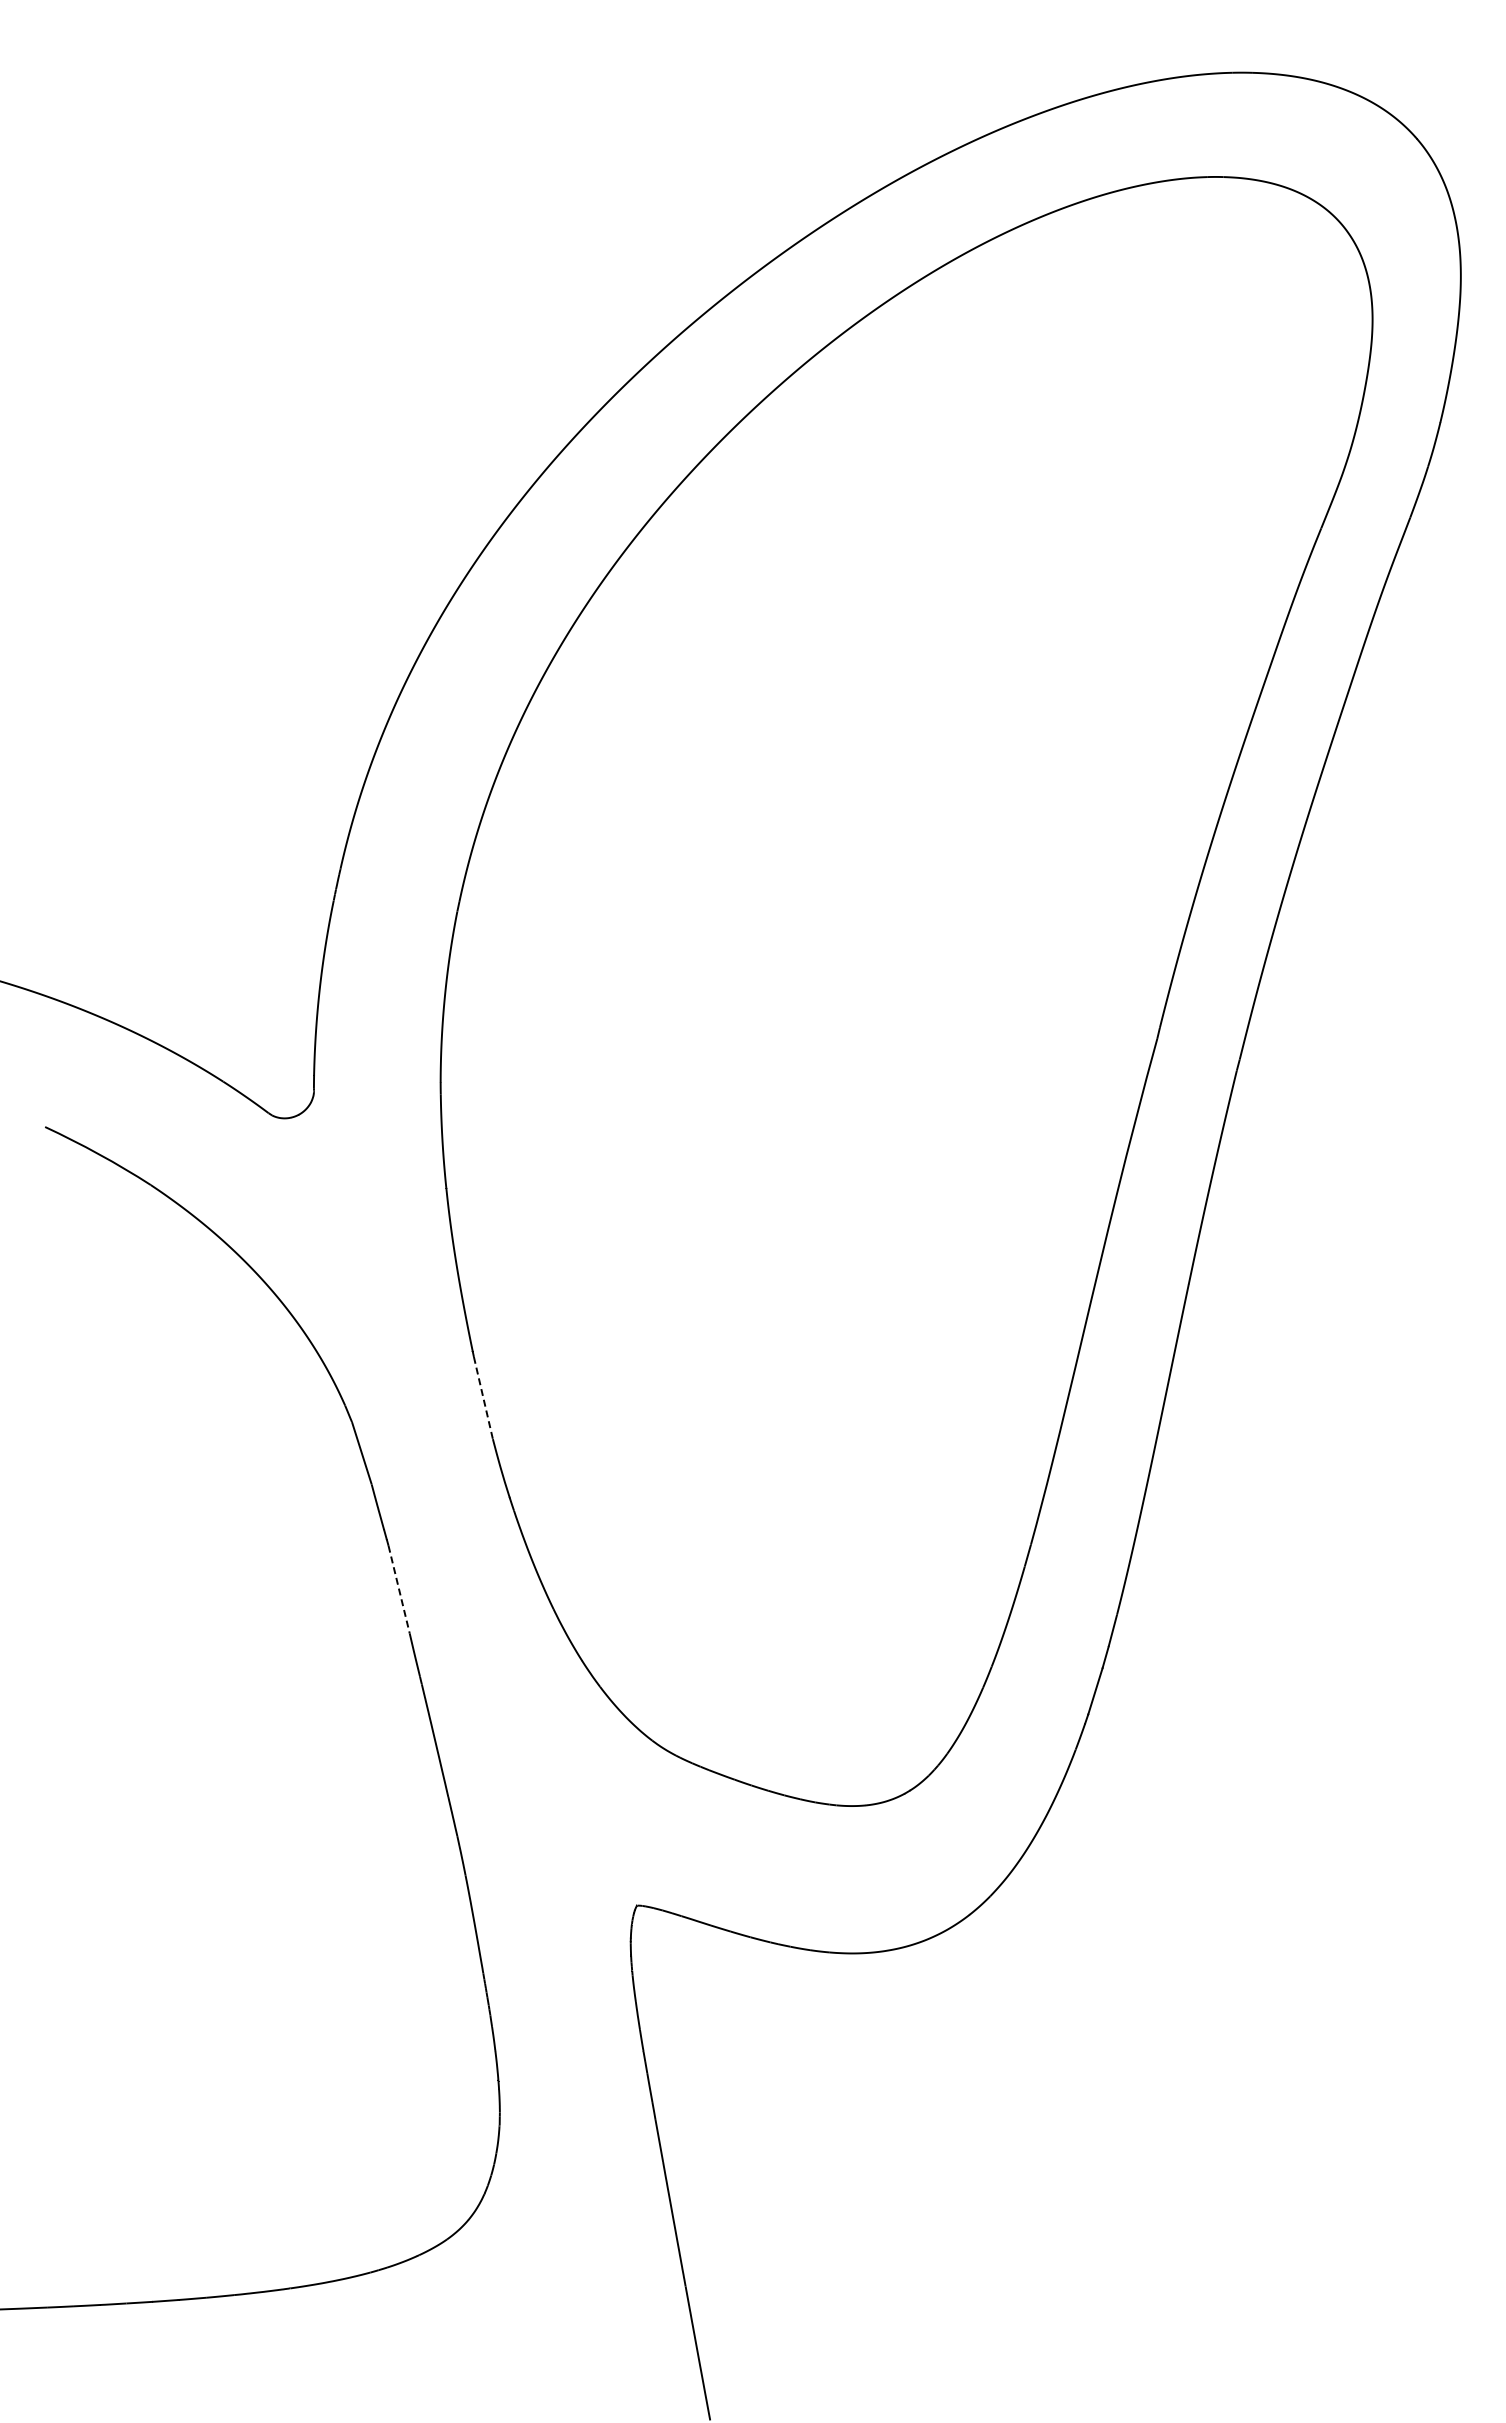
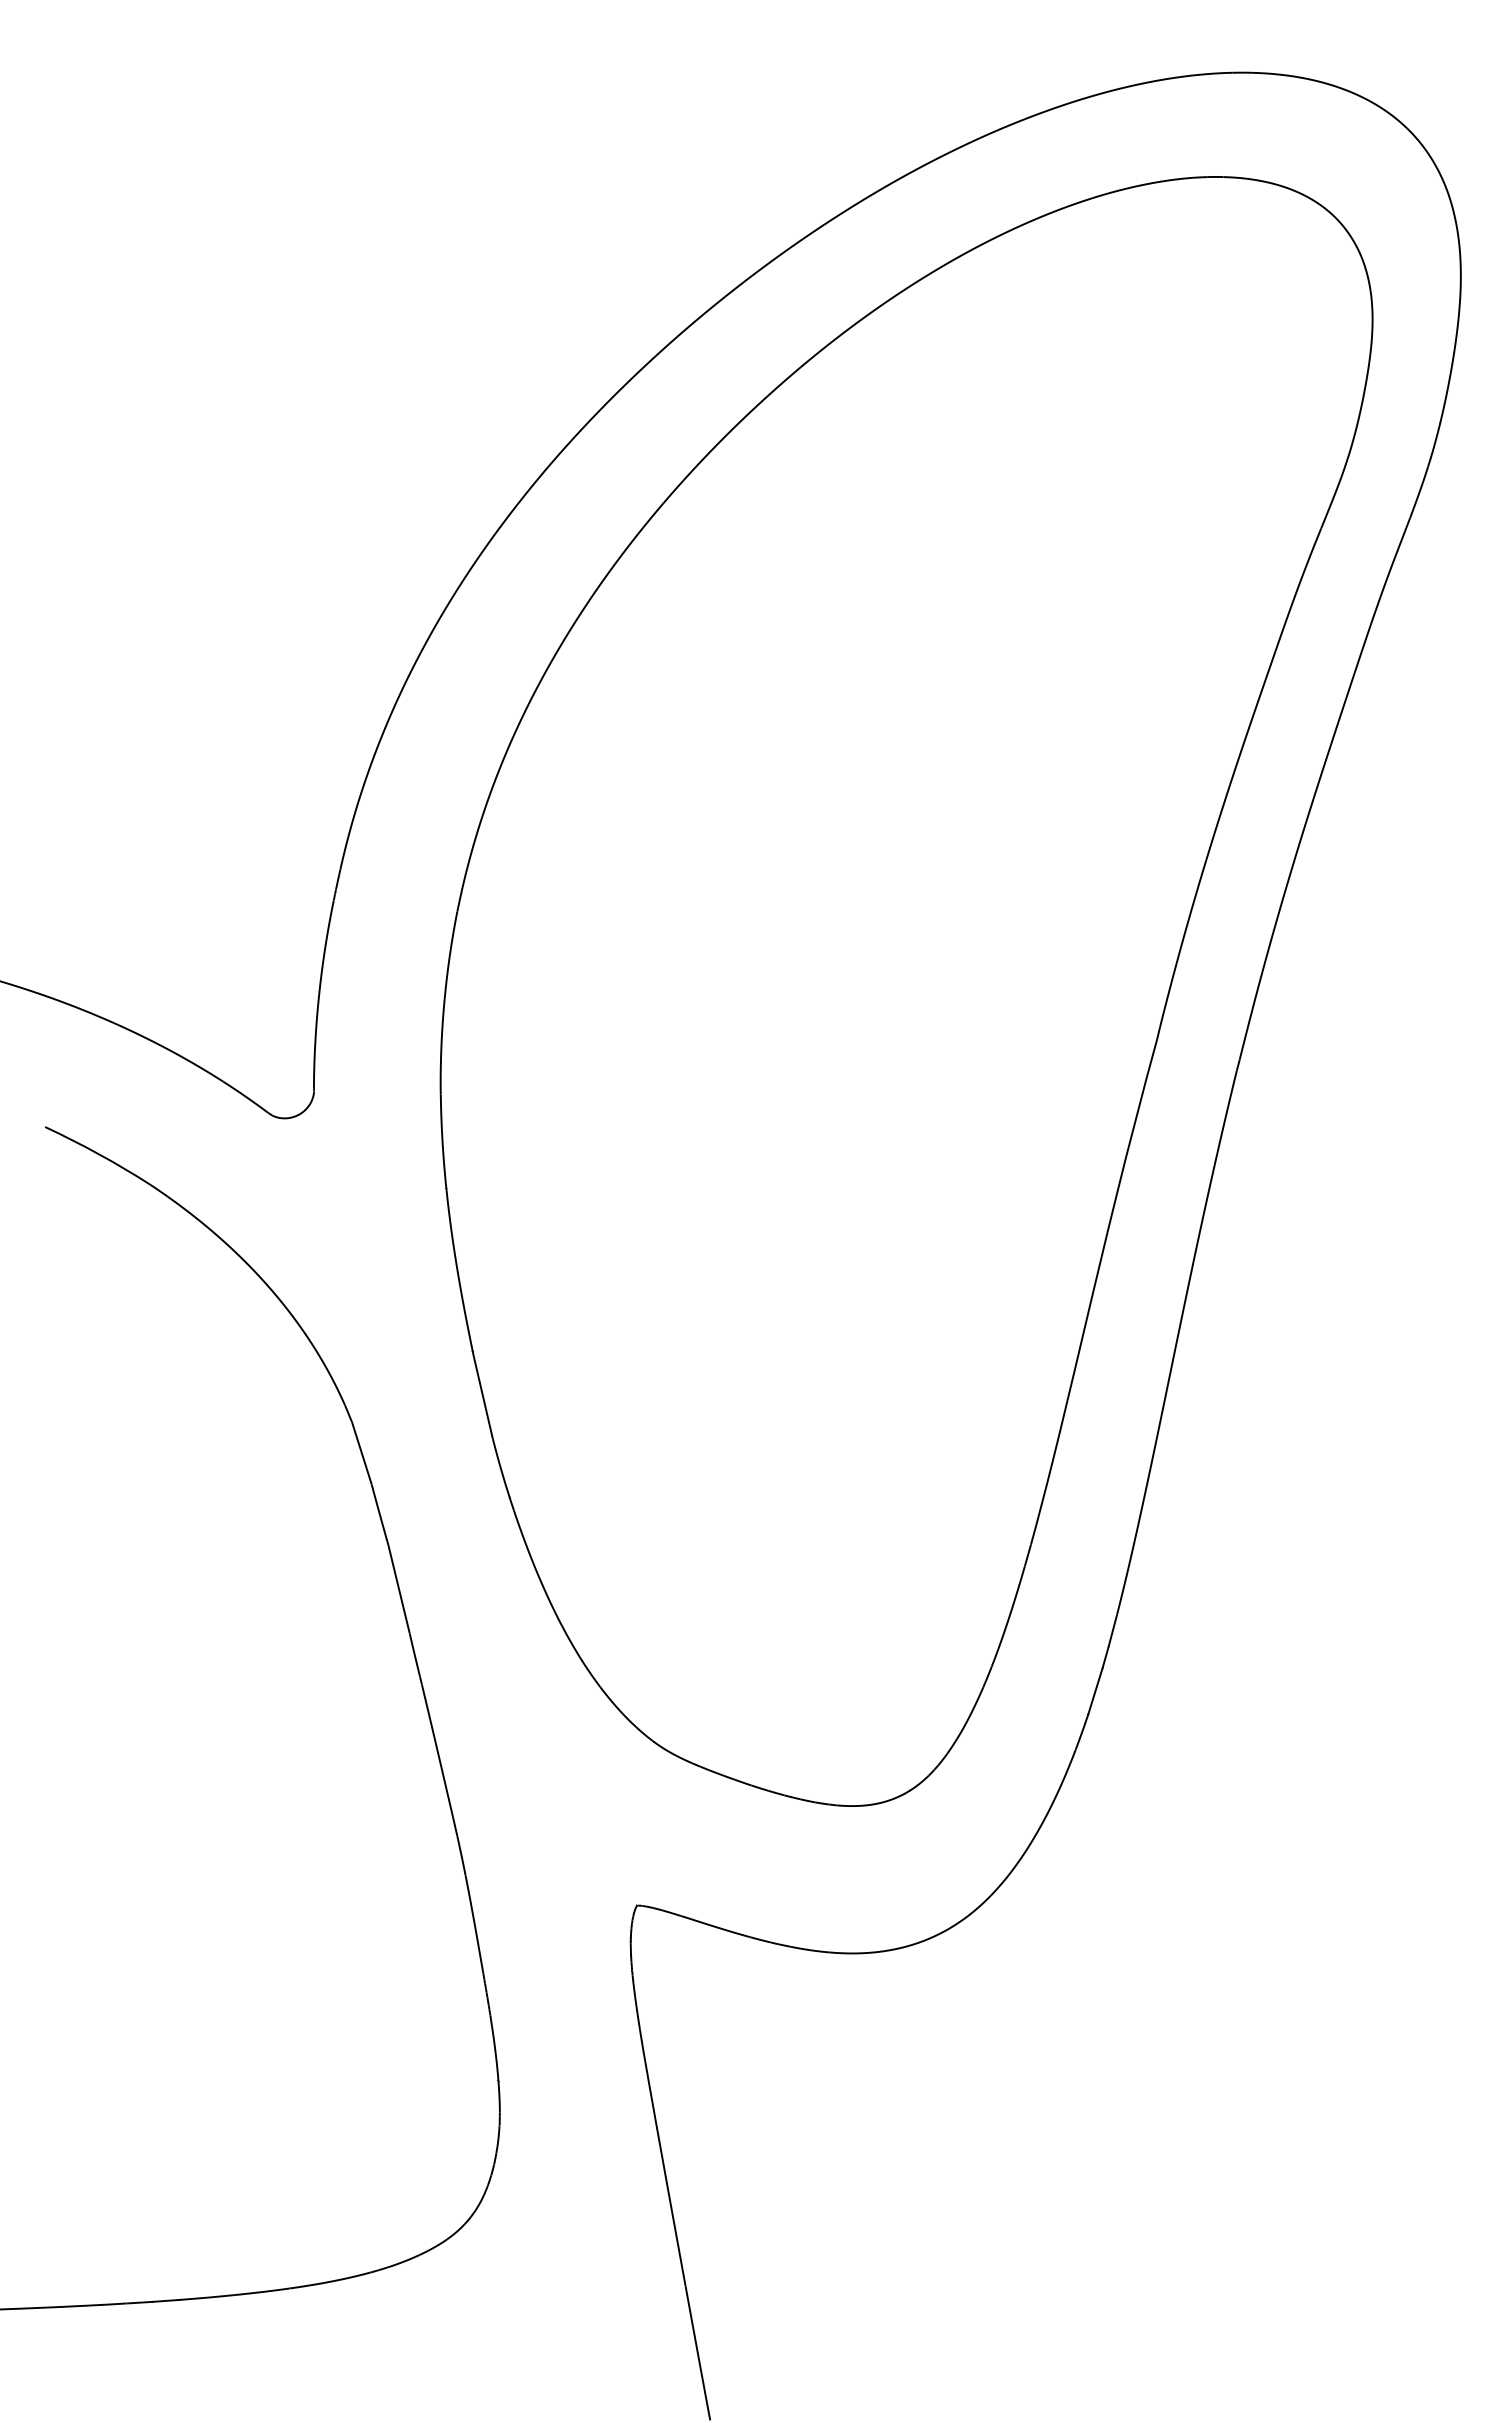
line at (483, 1398): dashed -> solid
line at (399, 1590): dashed -> solid
